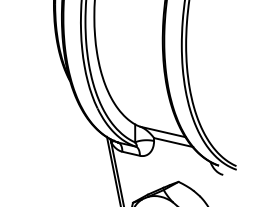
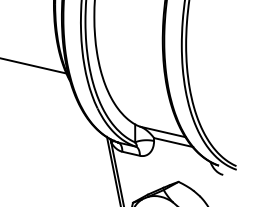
line at (34, 65): none -> present
